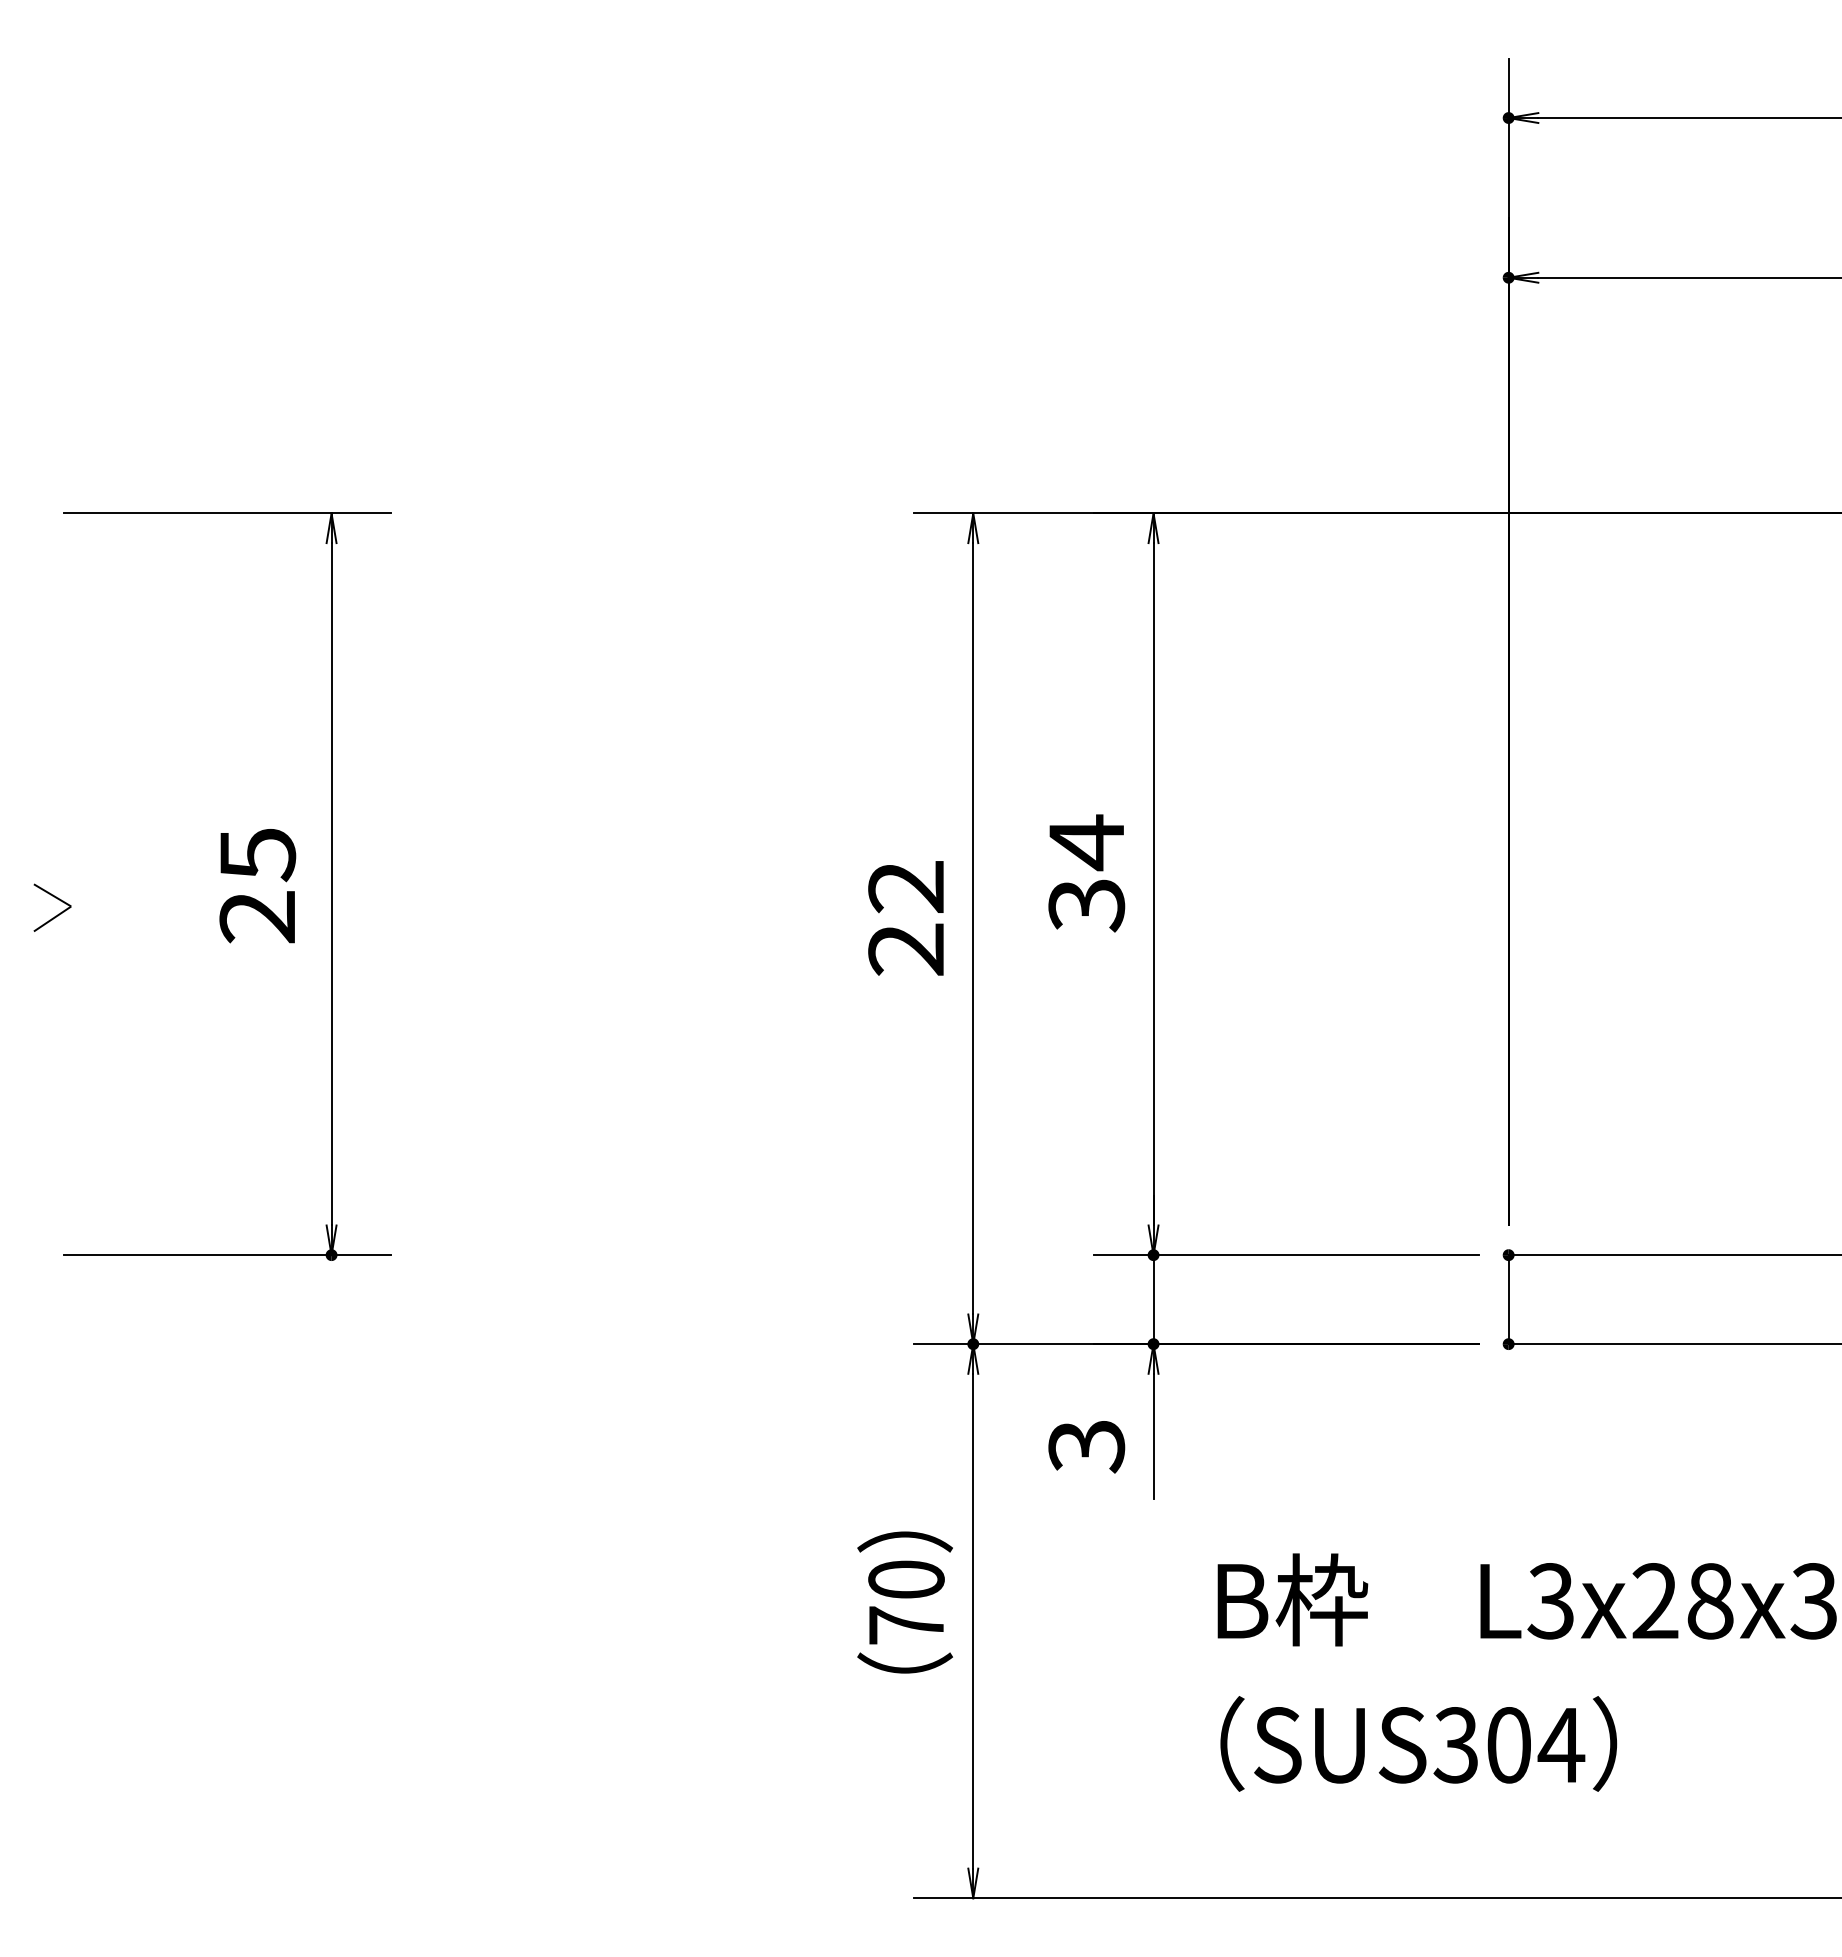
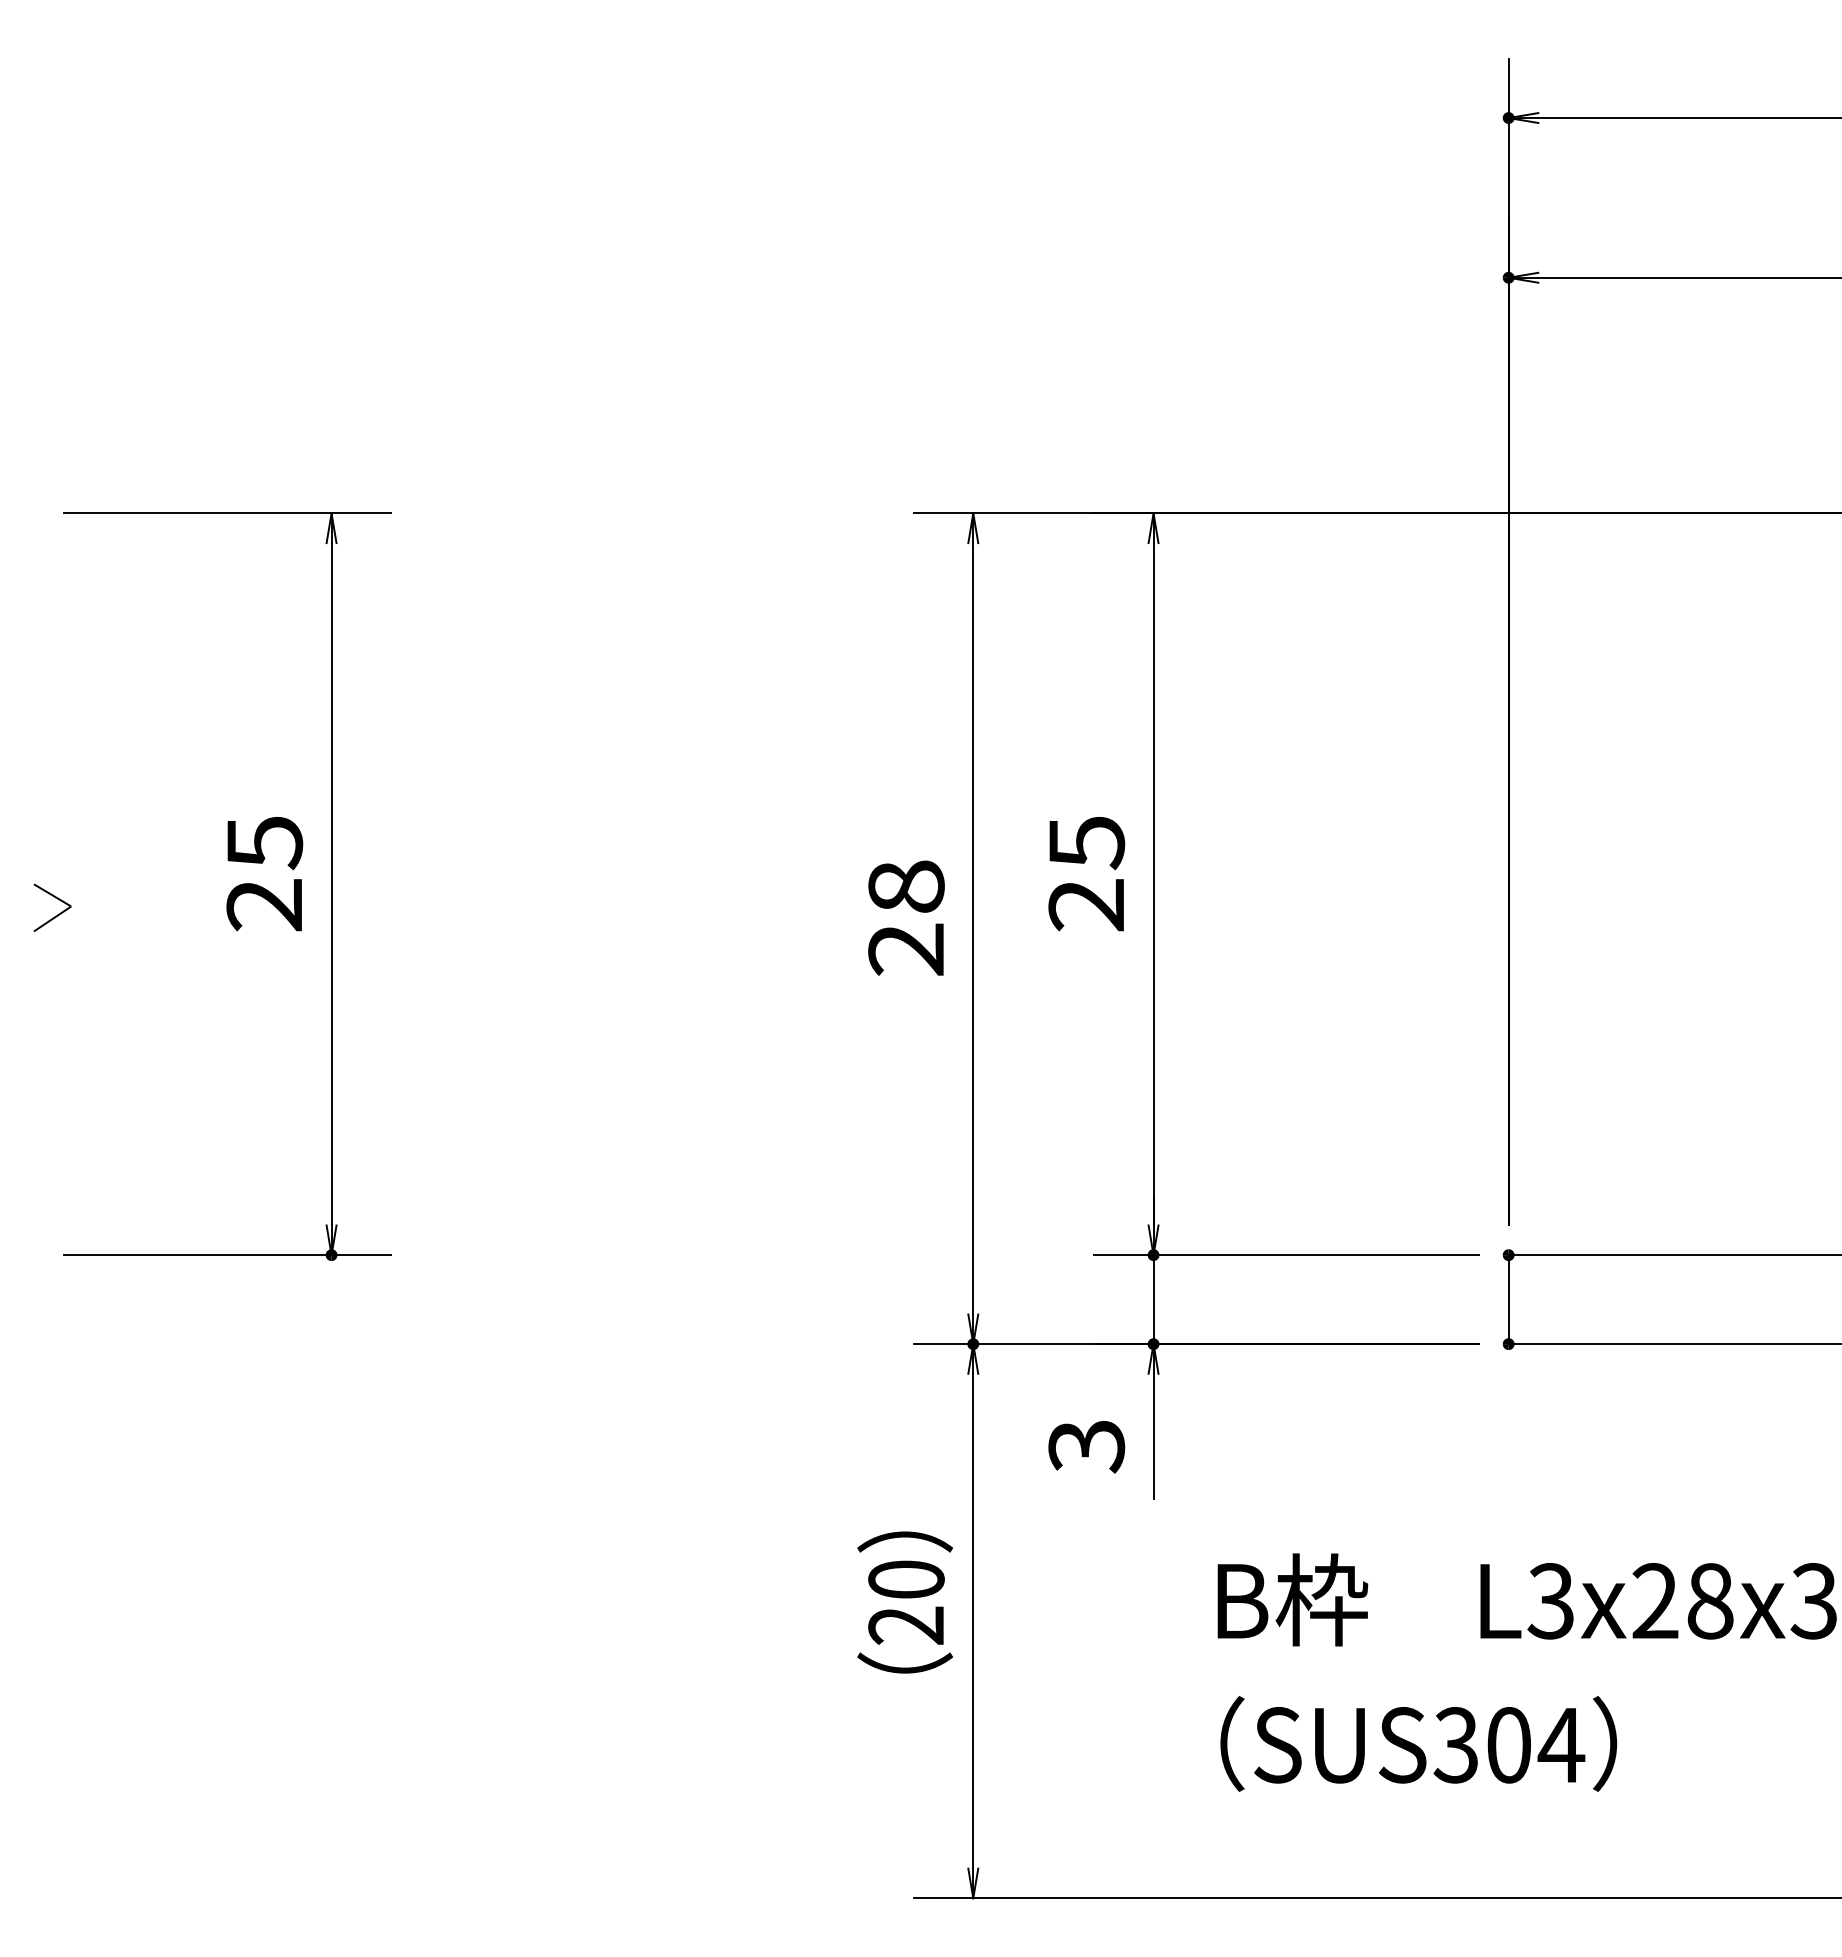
text at (1086, 873): 34 -> 25
text at (257, 886) position: (257, 886) -> (264, 874)
text at (906, 886): 22 -> 28
text at (905, 1625): 70 -> 20
